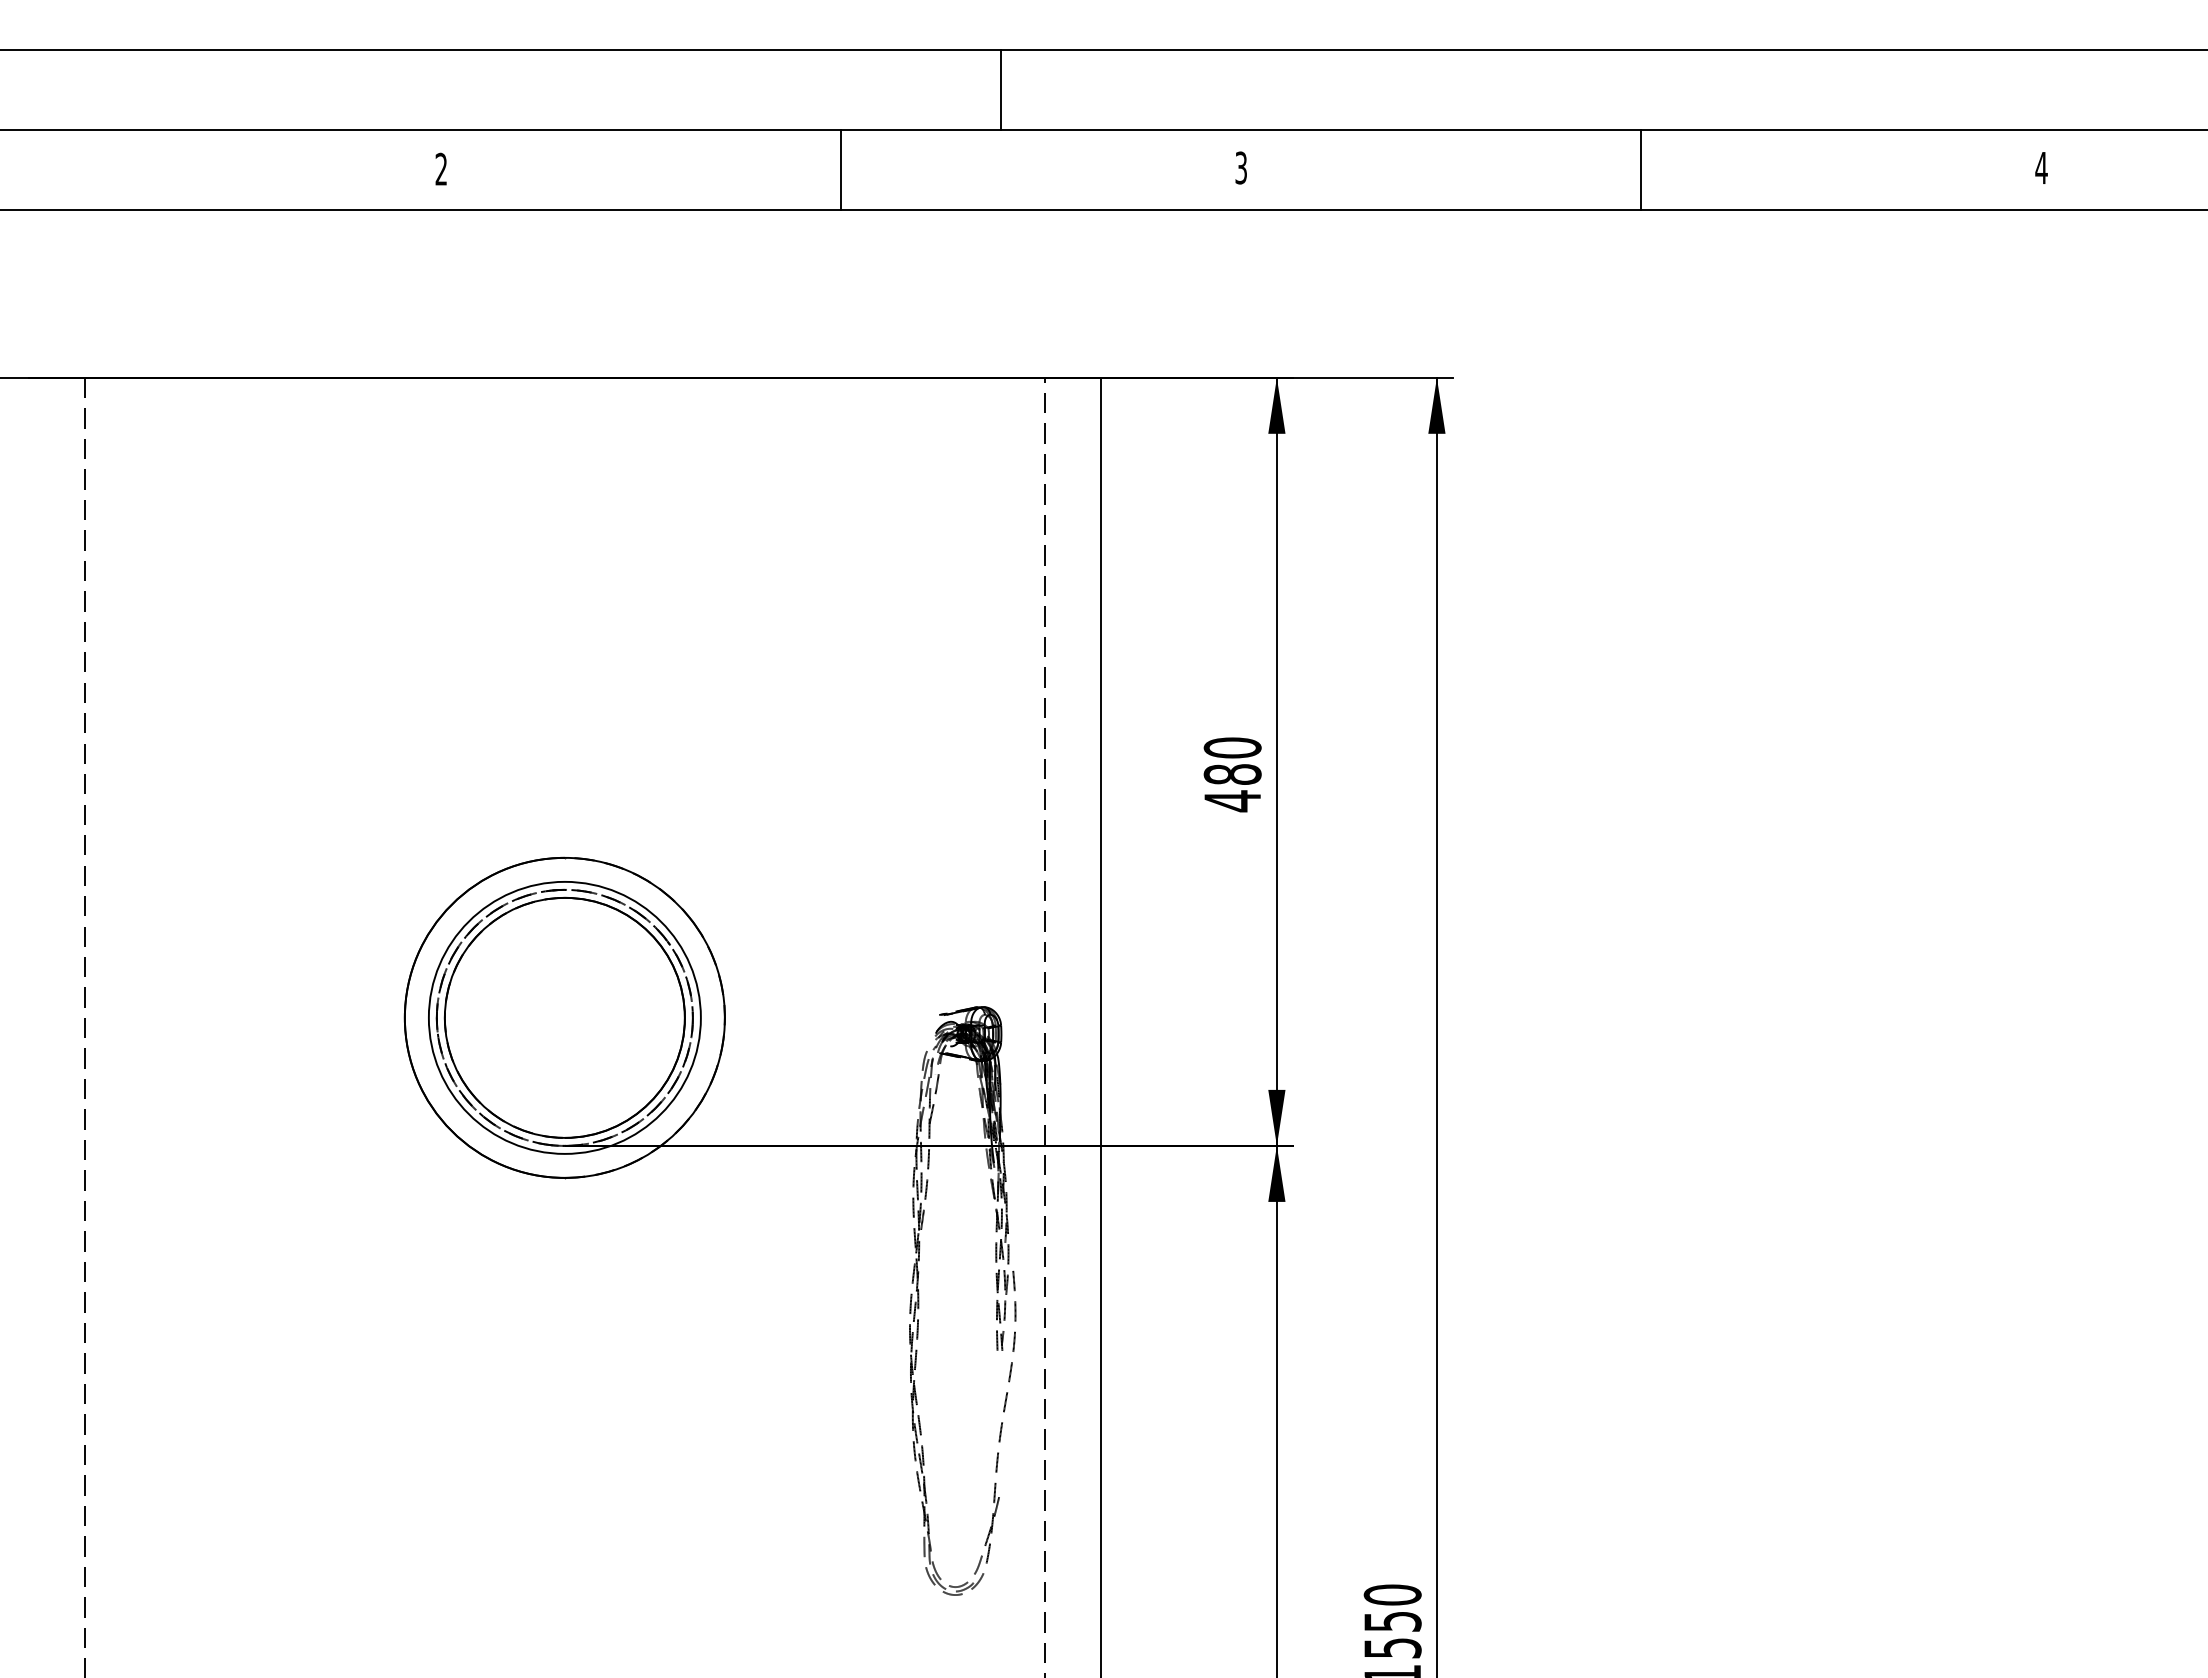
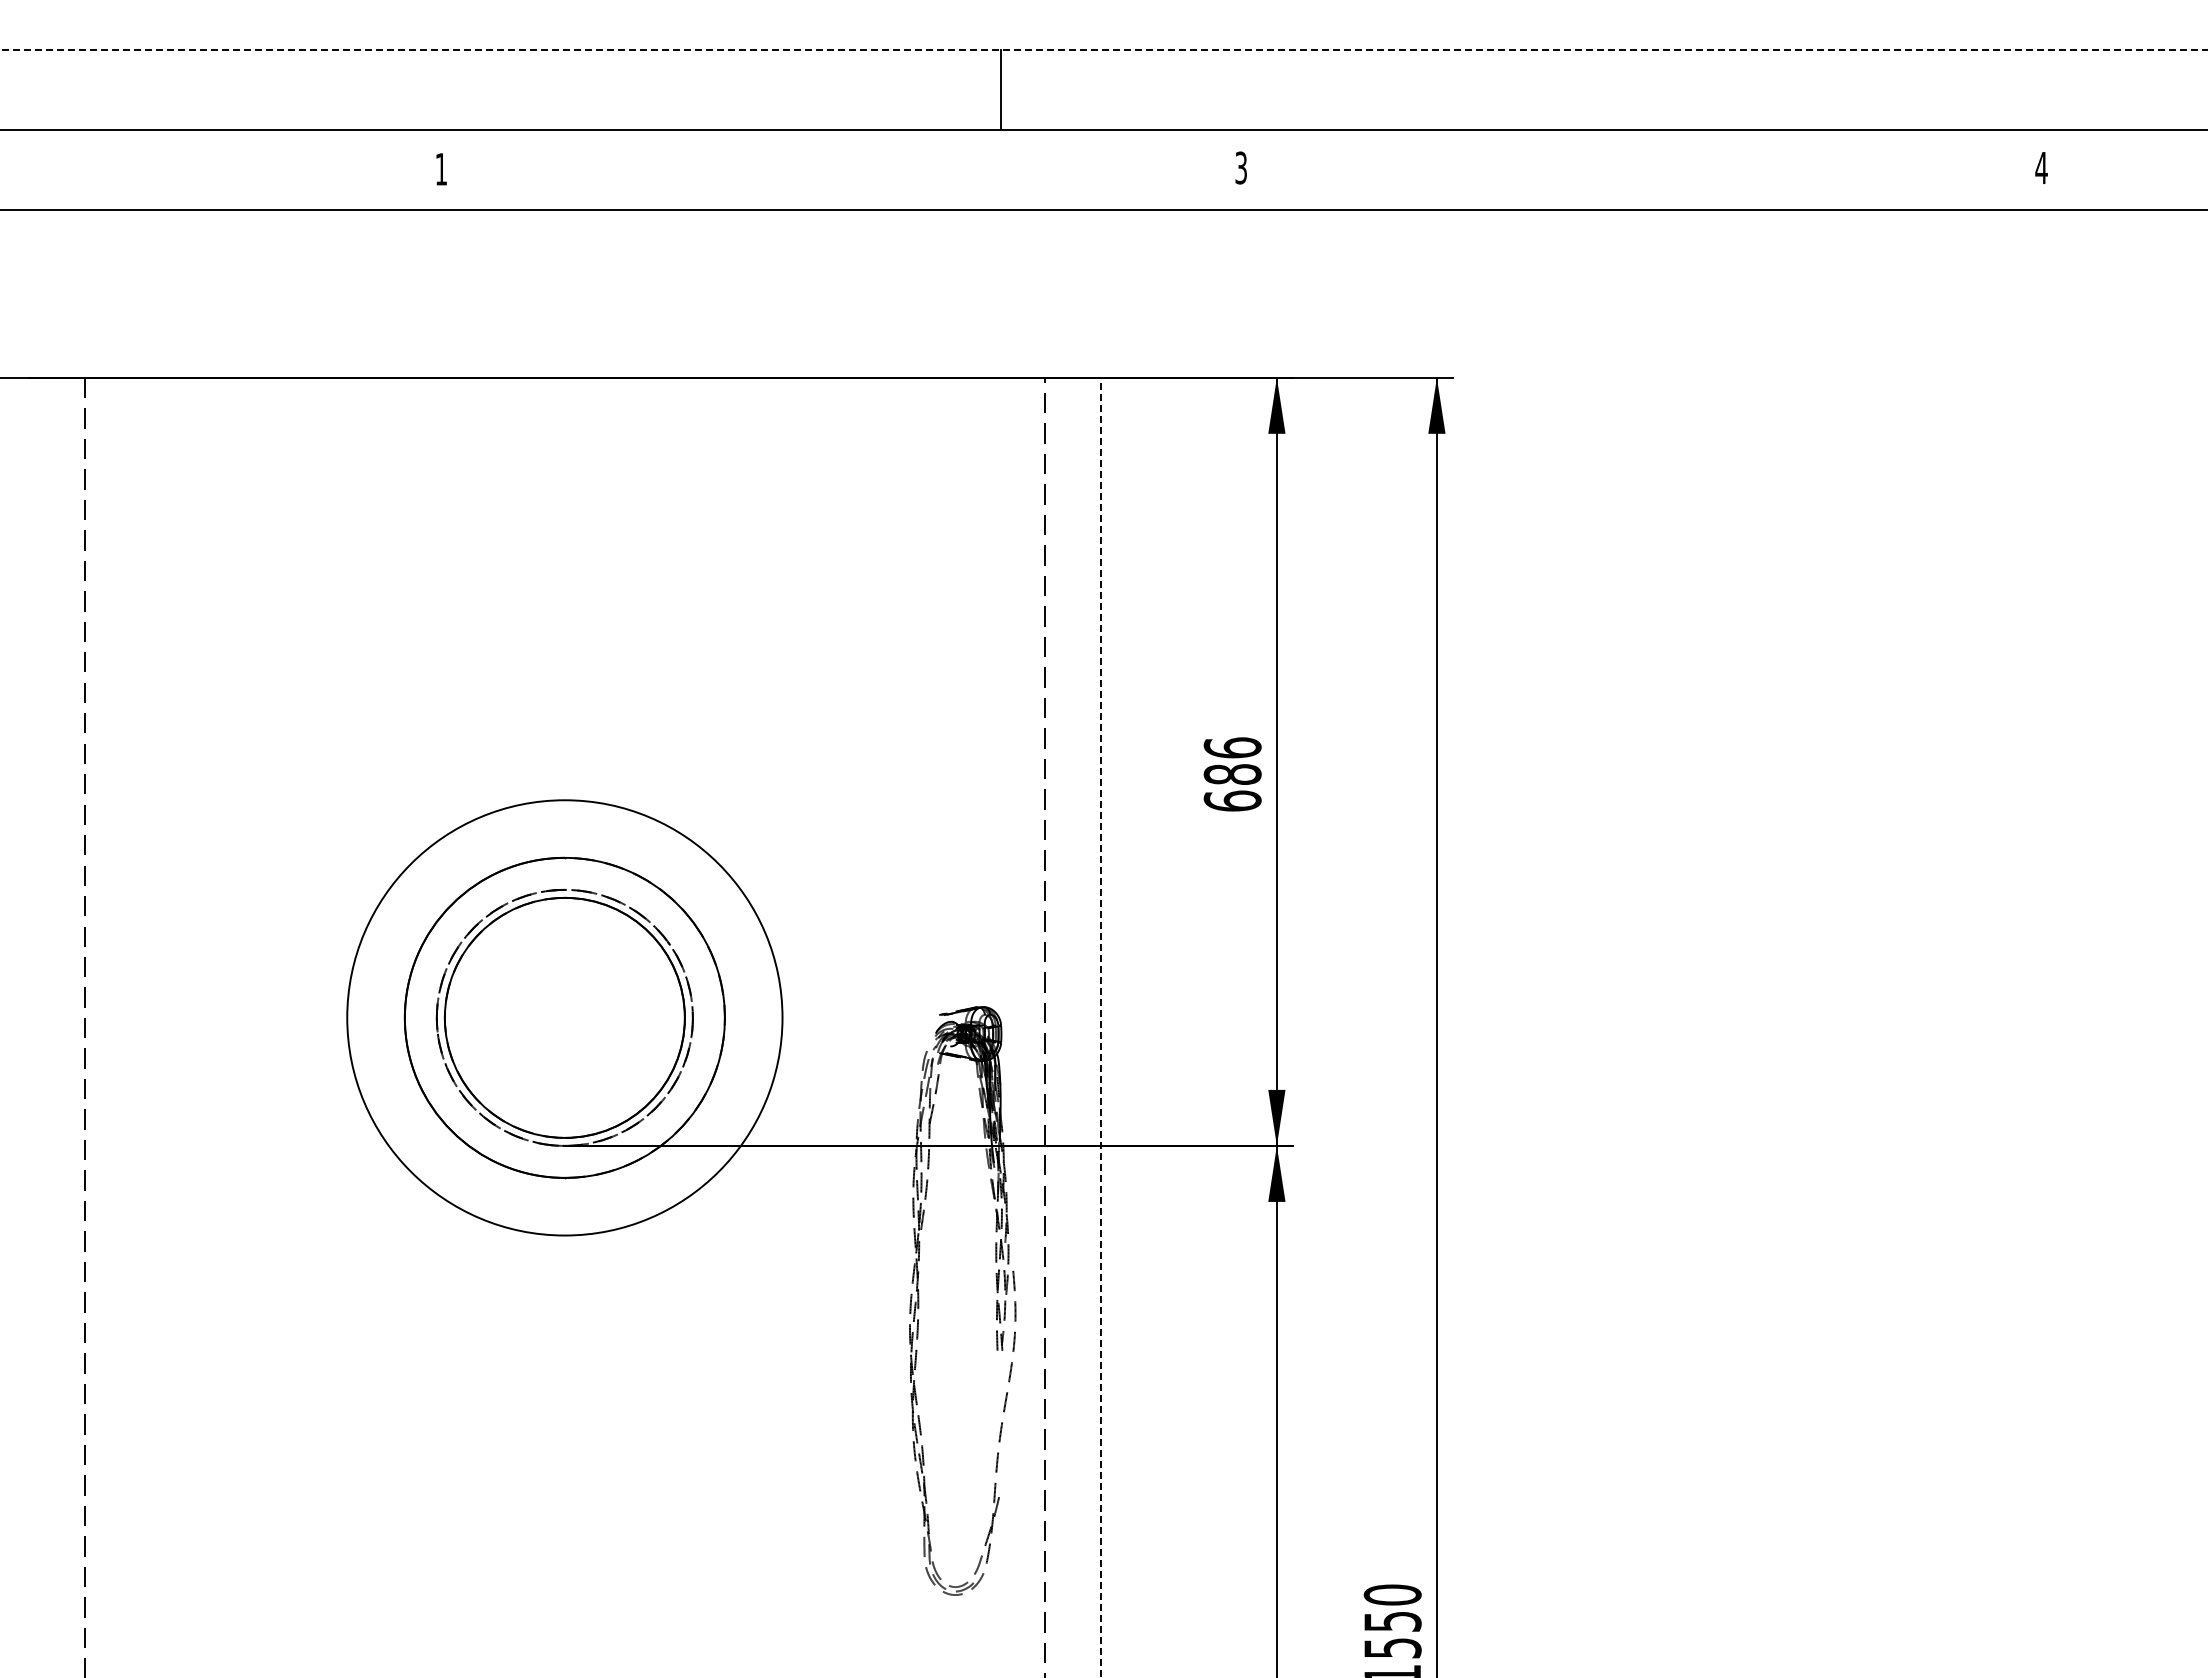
line at (1103, 50): solid -> dashed
text at (440, 168): 2 -> 1
line at (841, 170): present -> none
line at (1641, 170): present -> none
text at (1232, 774): 480 -> 686
circle at (564, 1017) diameter: 272 px -> 435 px
line at (1100, 1027): solid -> dashed
